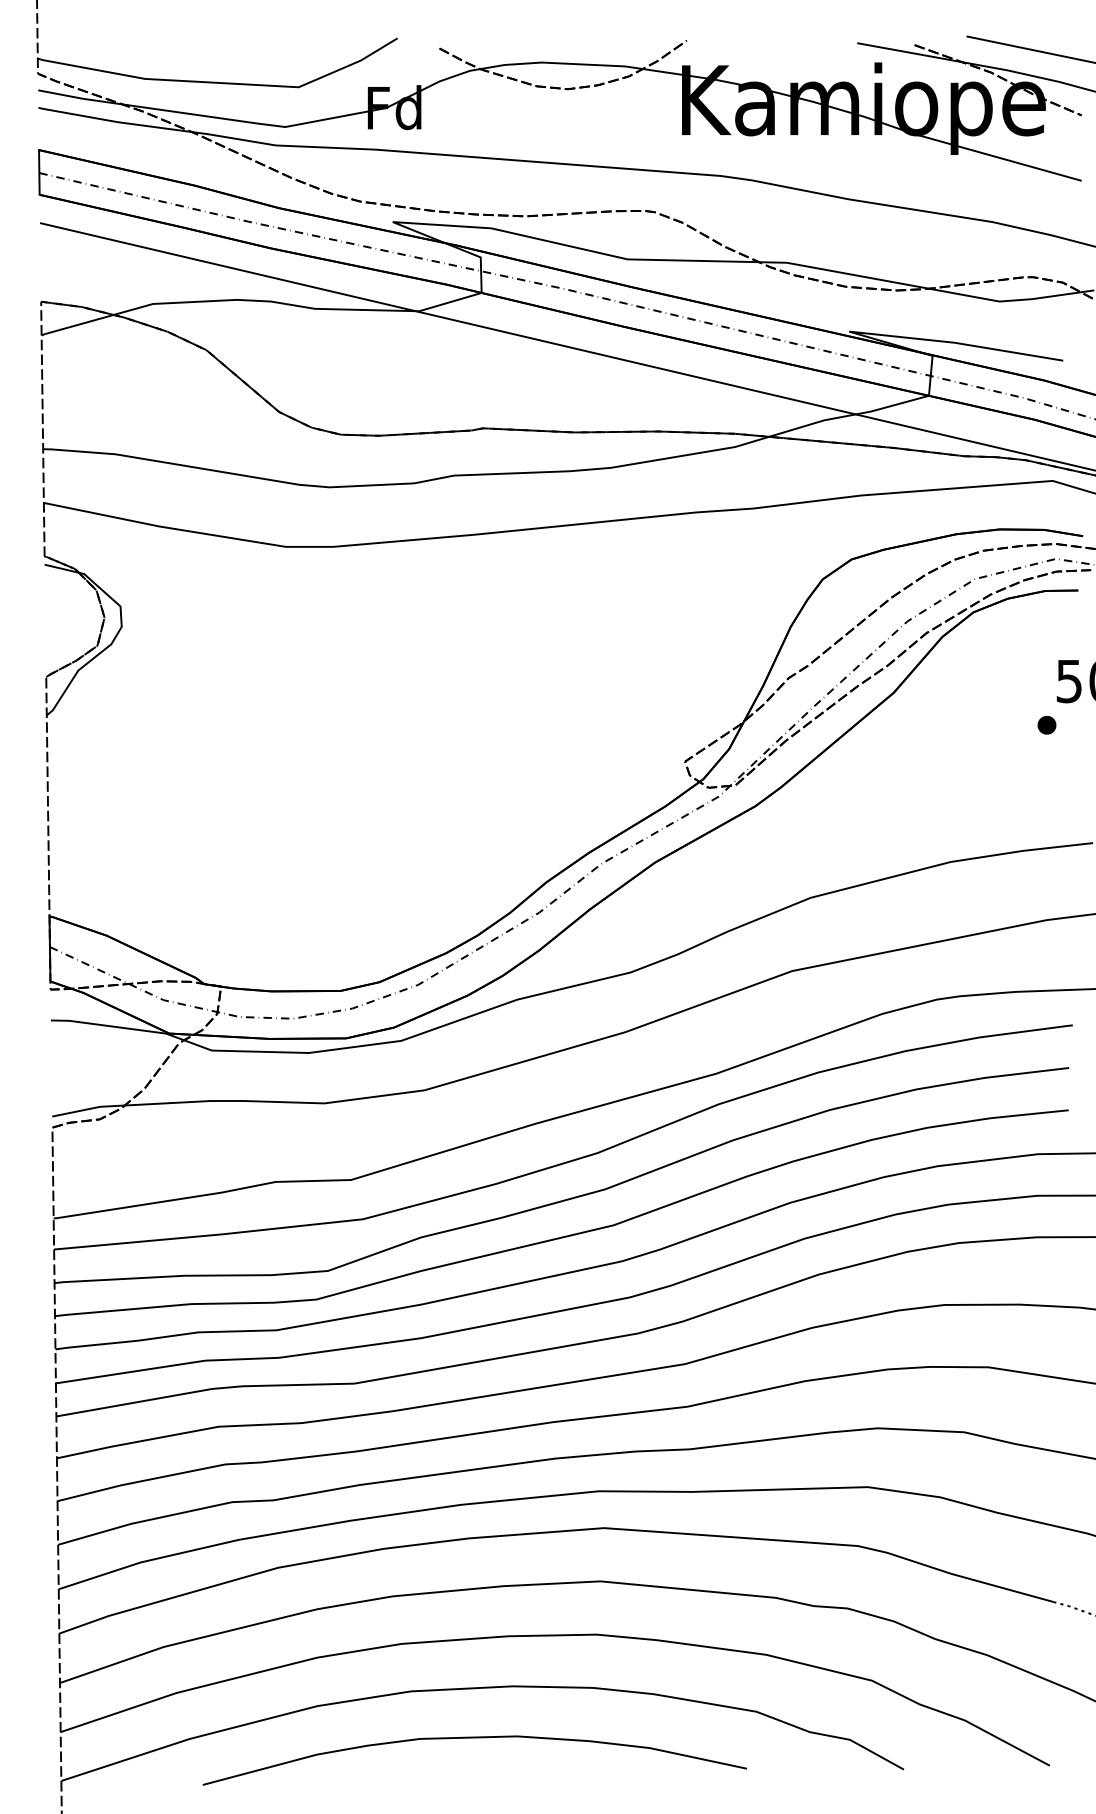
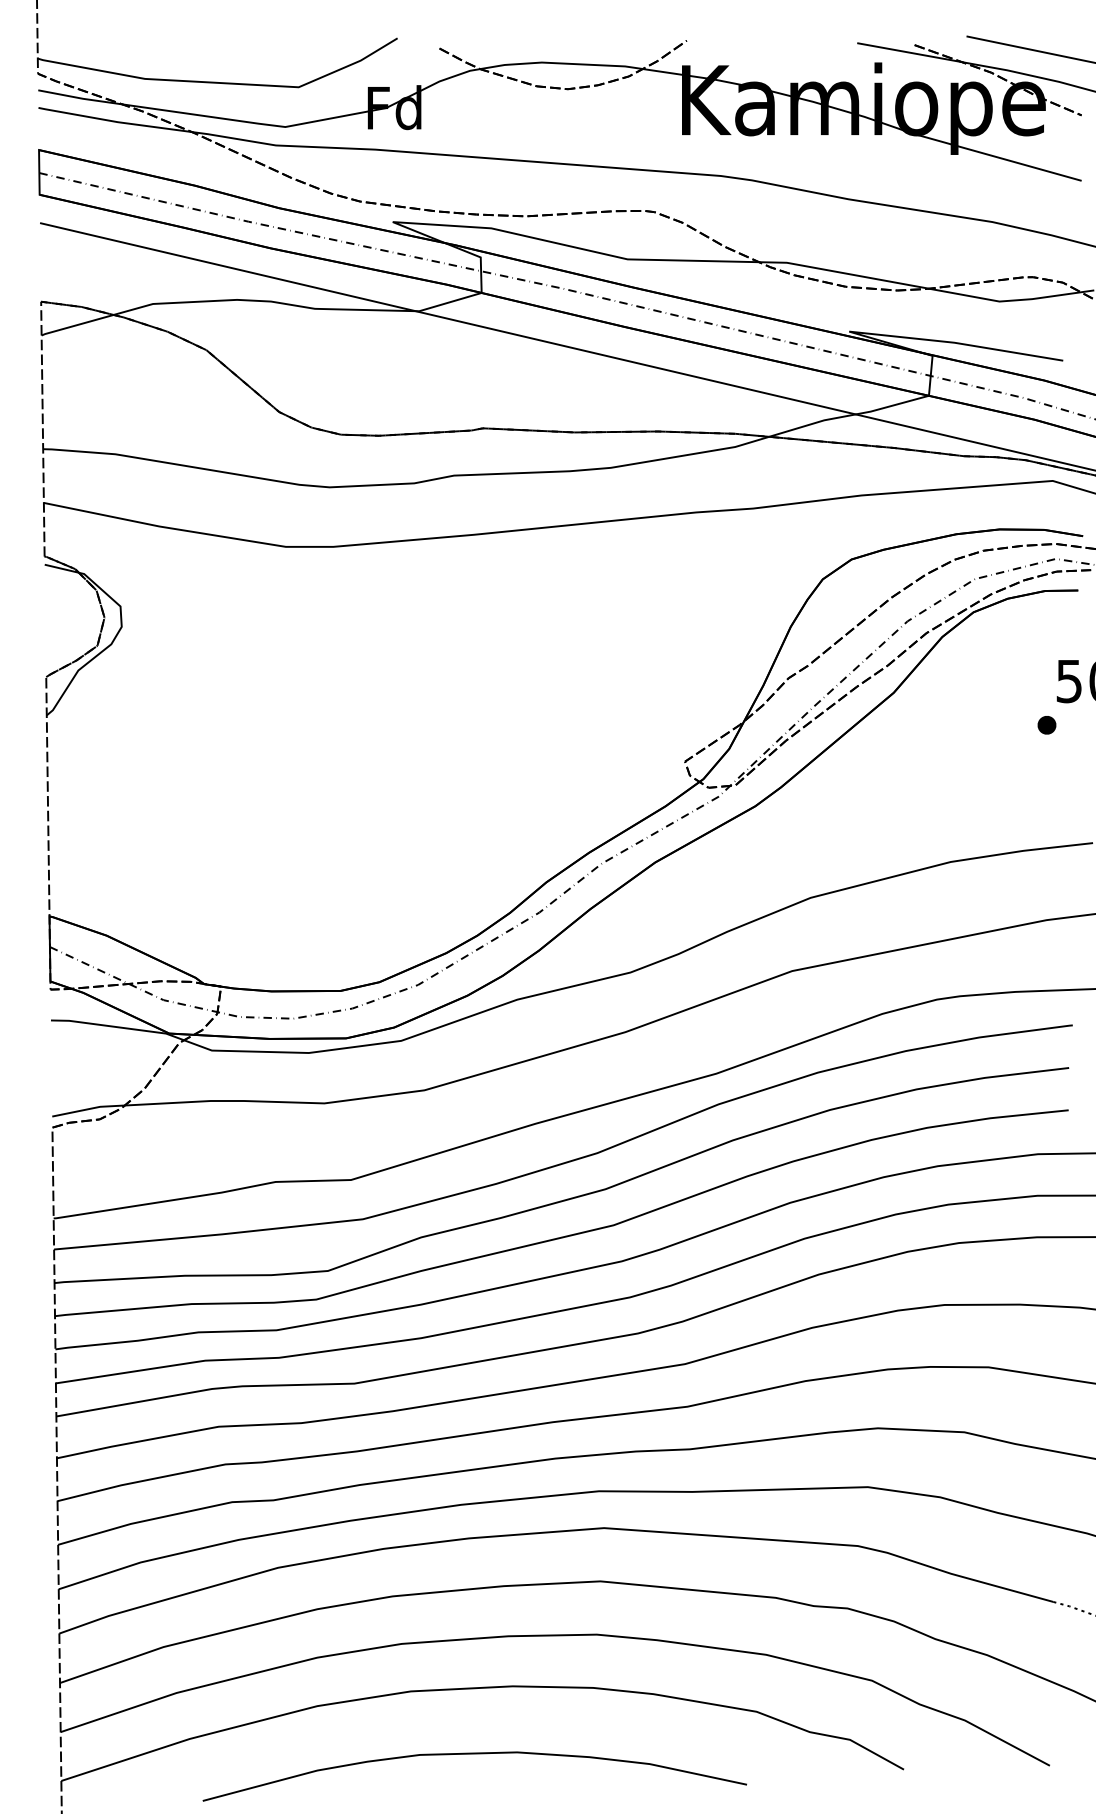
curve at (474, 1738) position: (474, 1738) -> (474, 1754)
